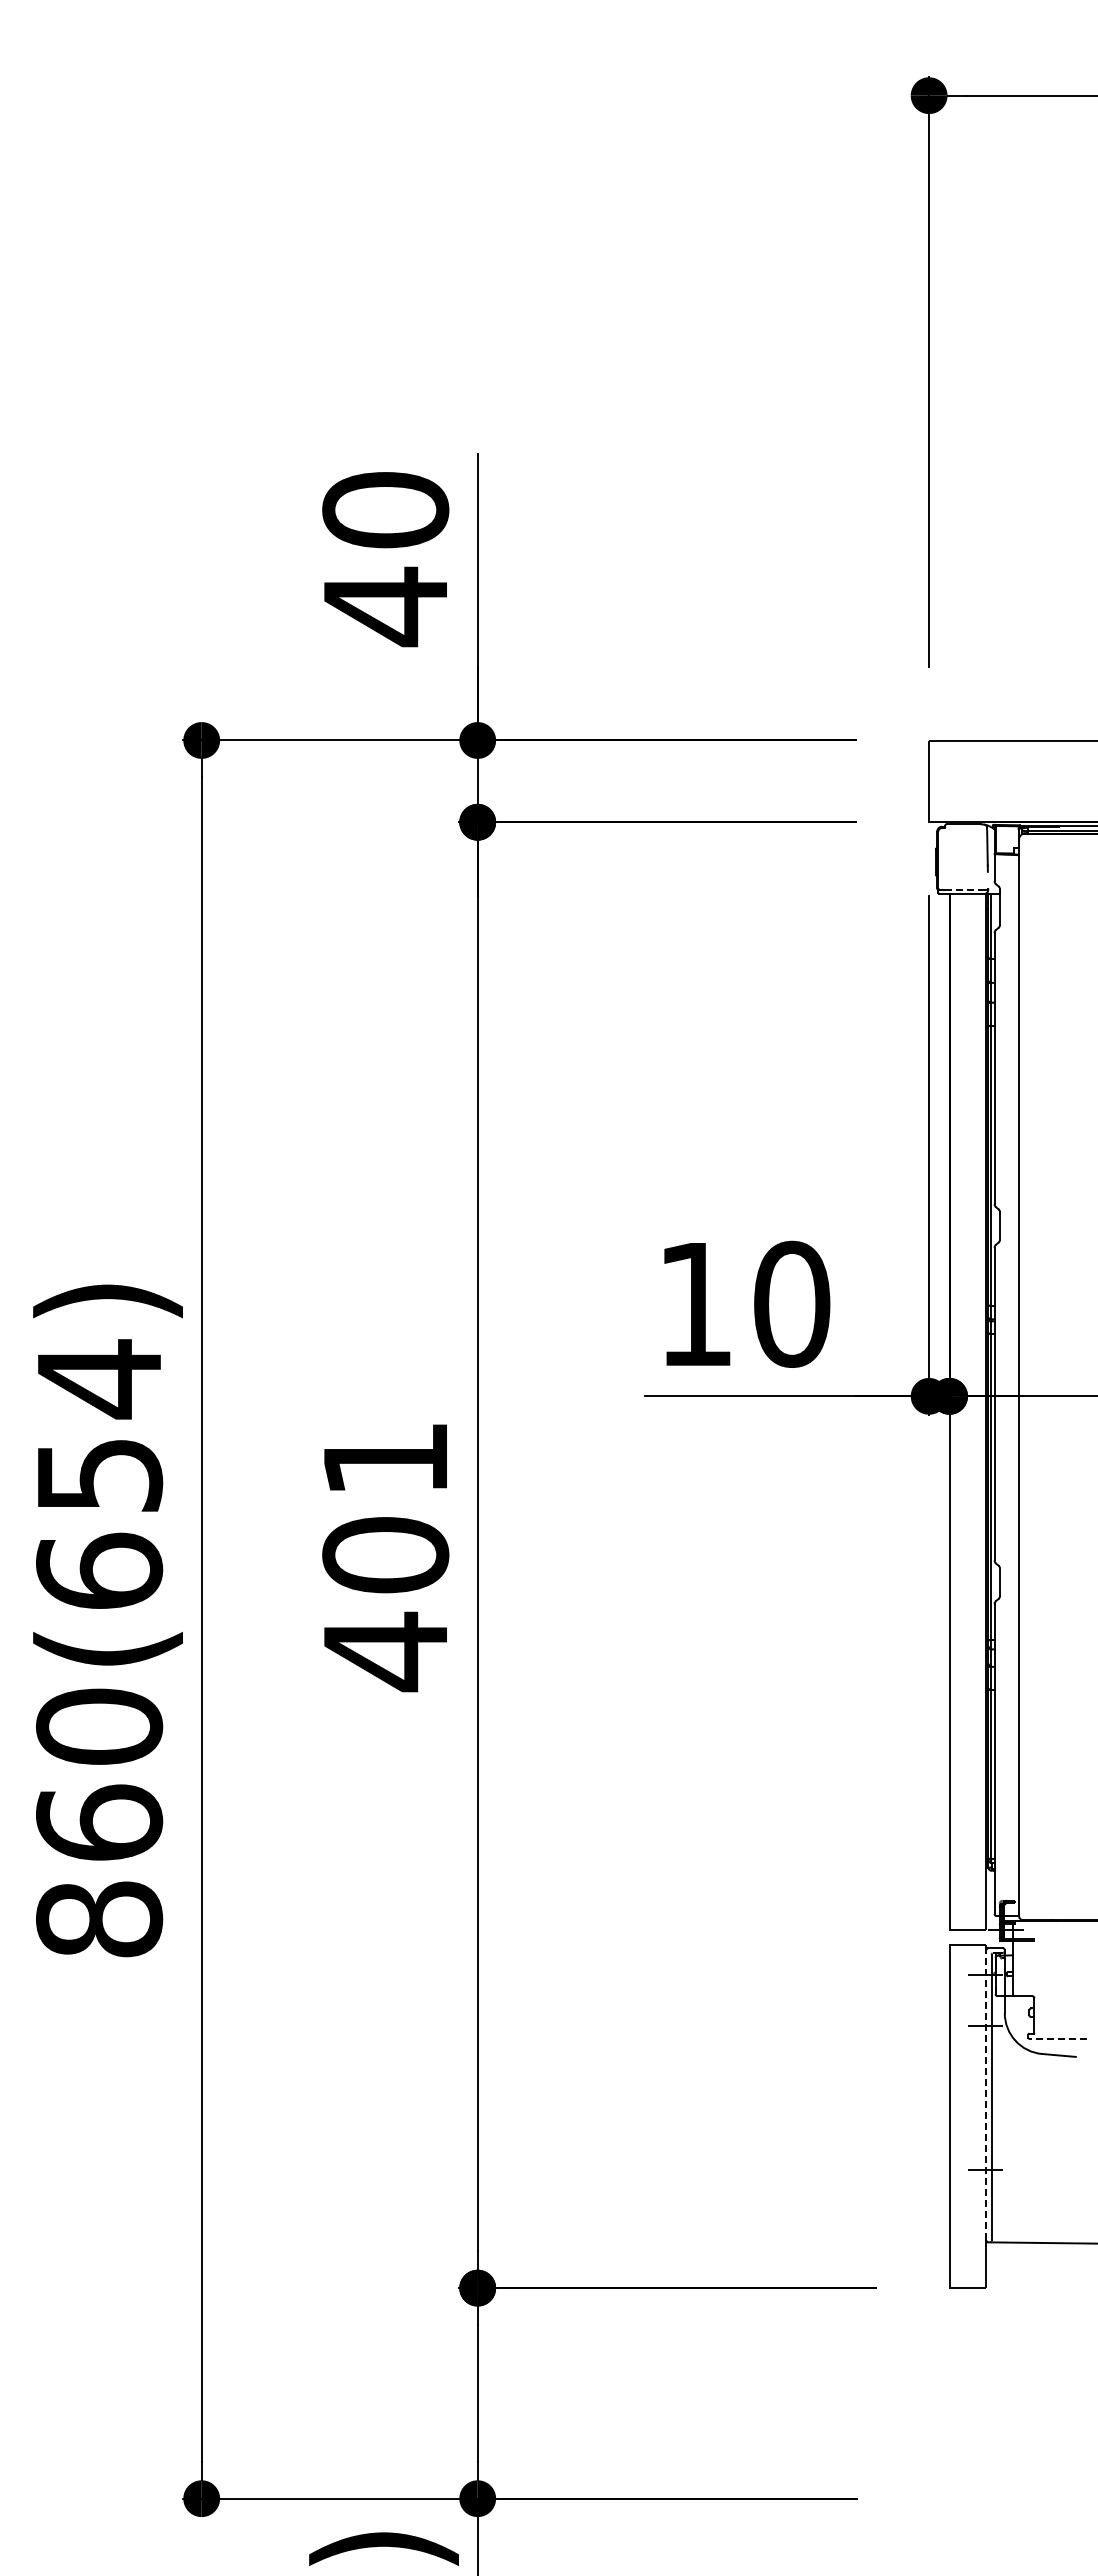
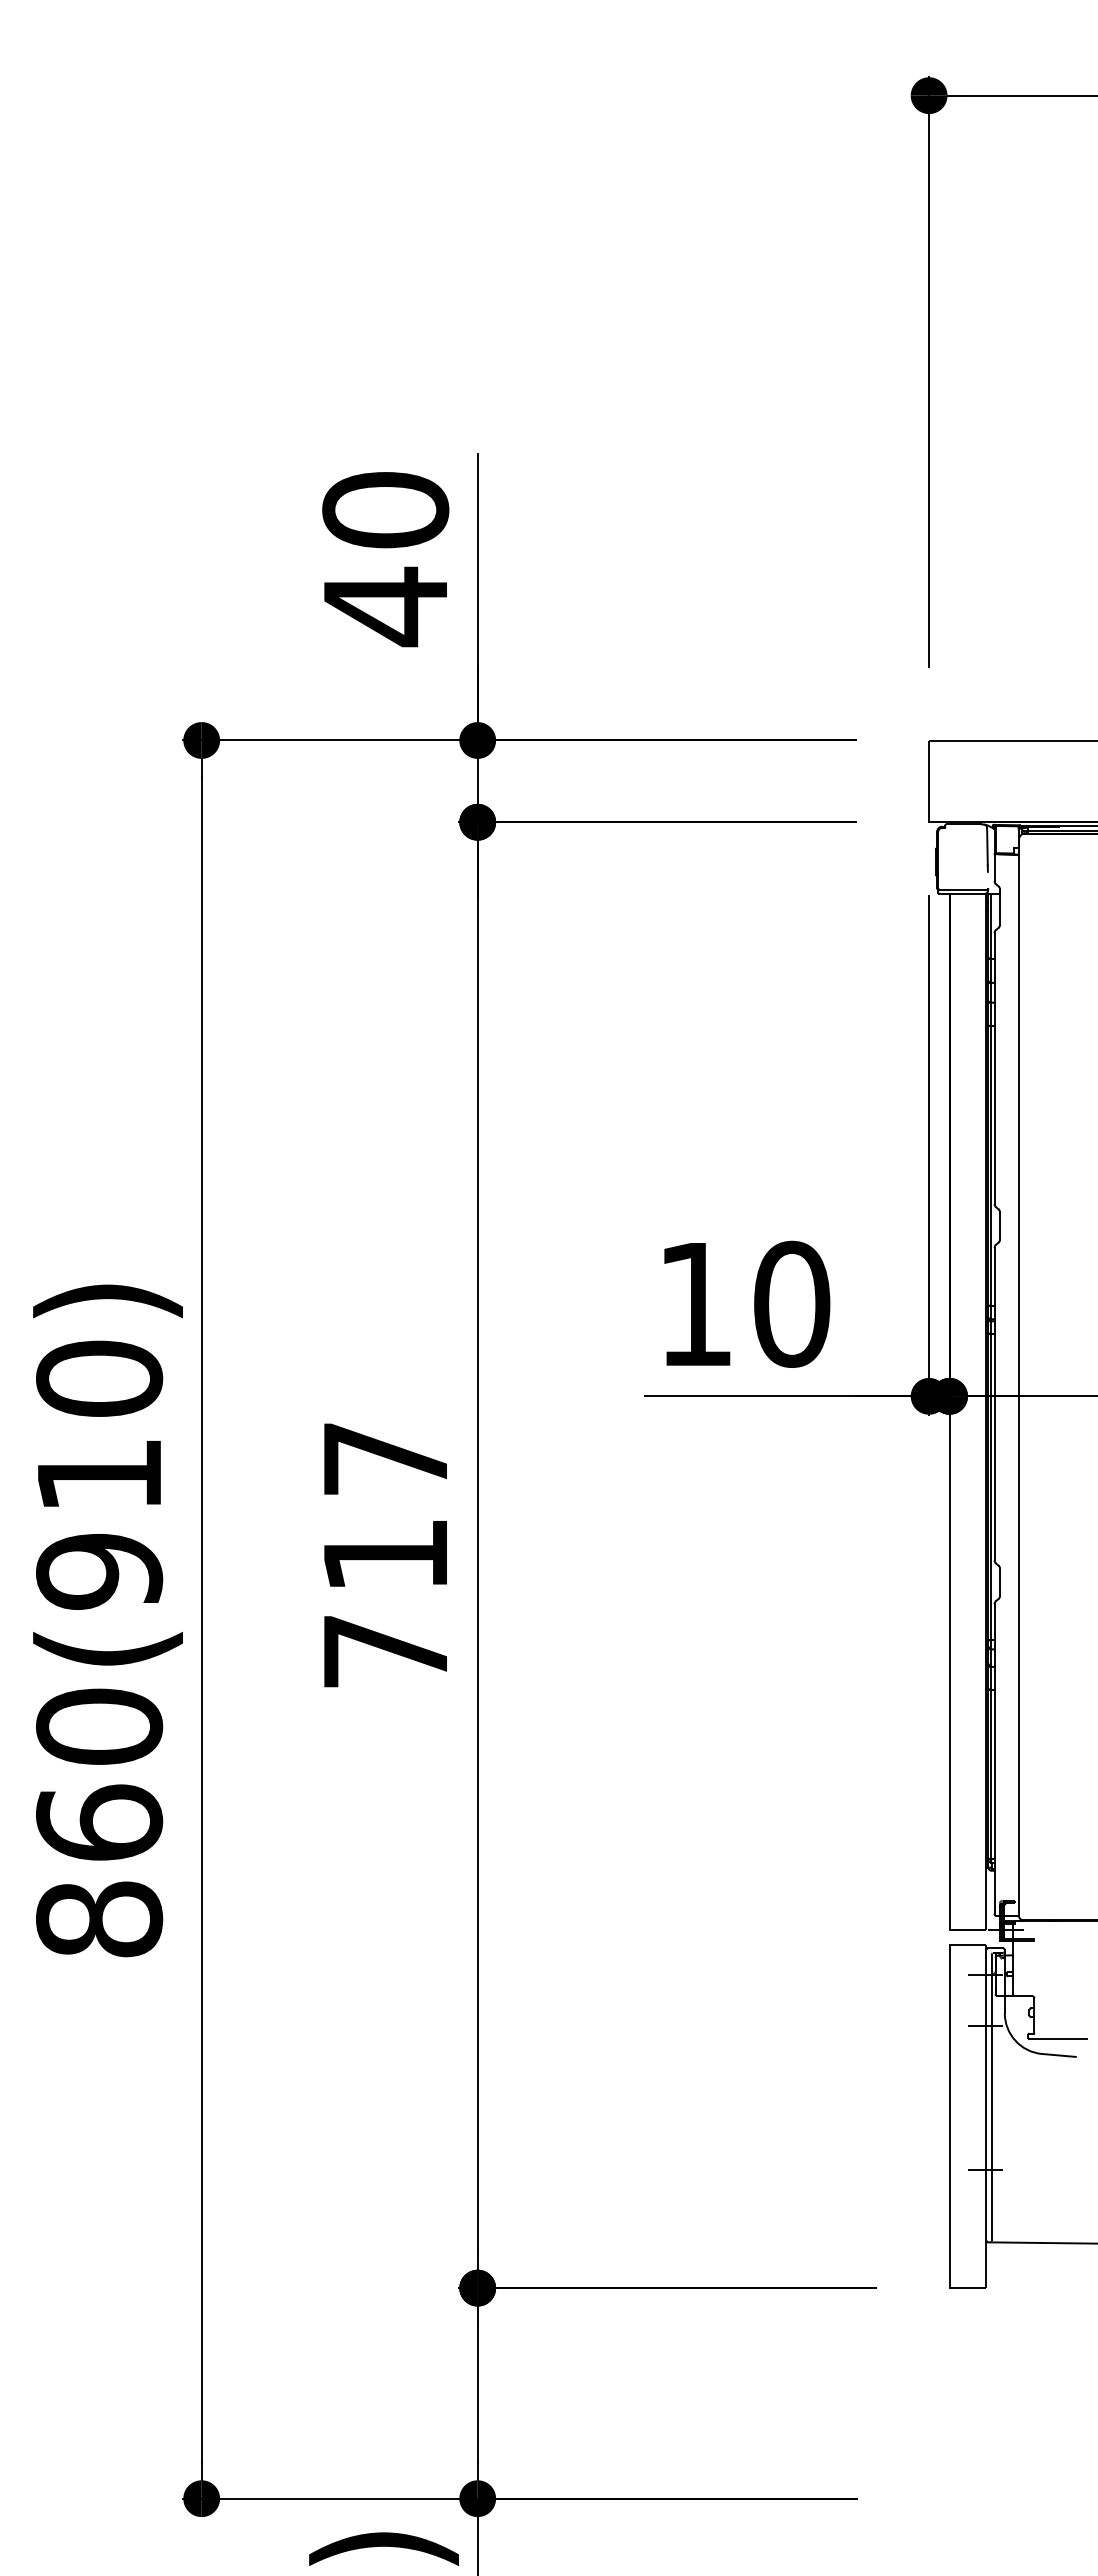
line at (965, 889): dashed -> solid
text at (99, 1474): 860(654) -> 860(910)
text at (385, 1557): 401 -> 717
line at (1058, 2038): dashed -> solid
line at (986, 2094): dashed -> solid
